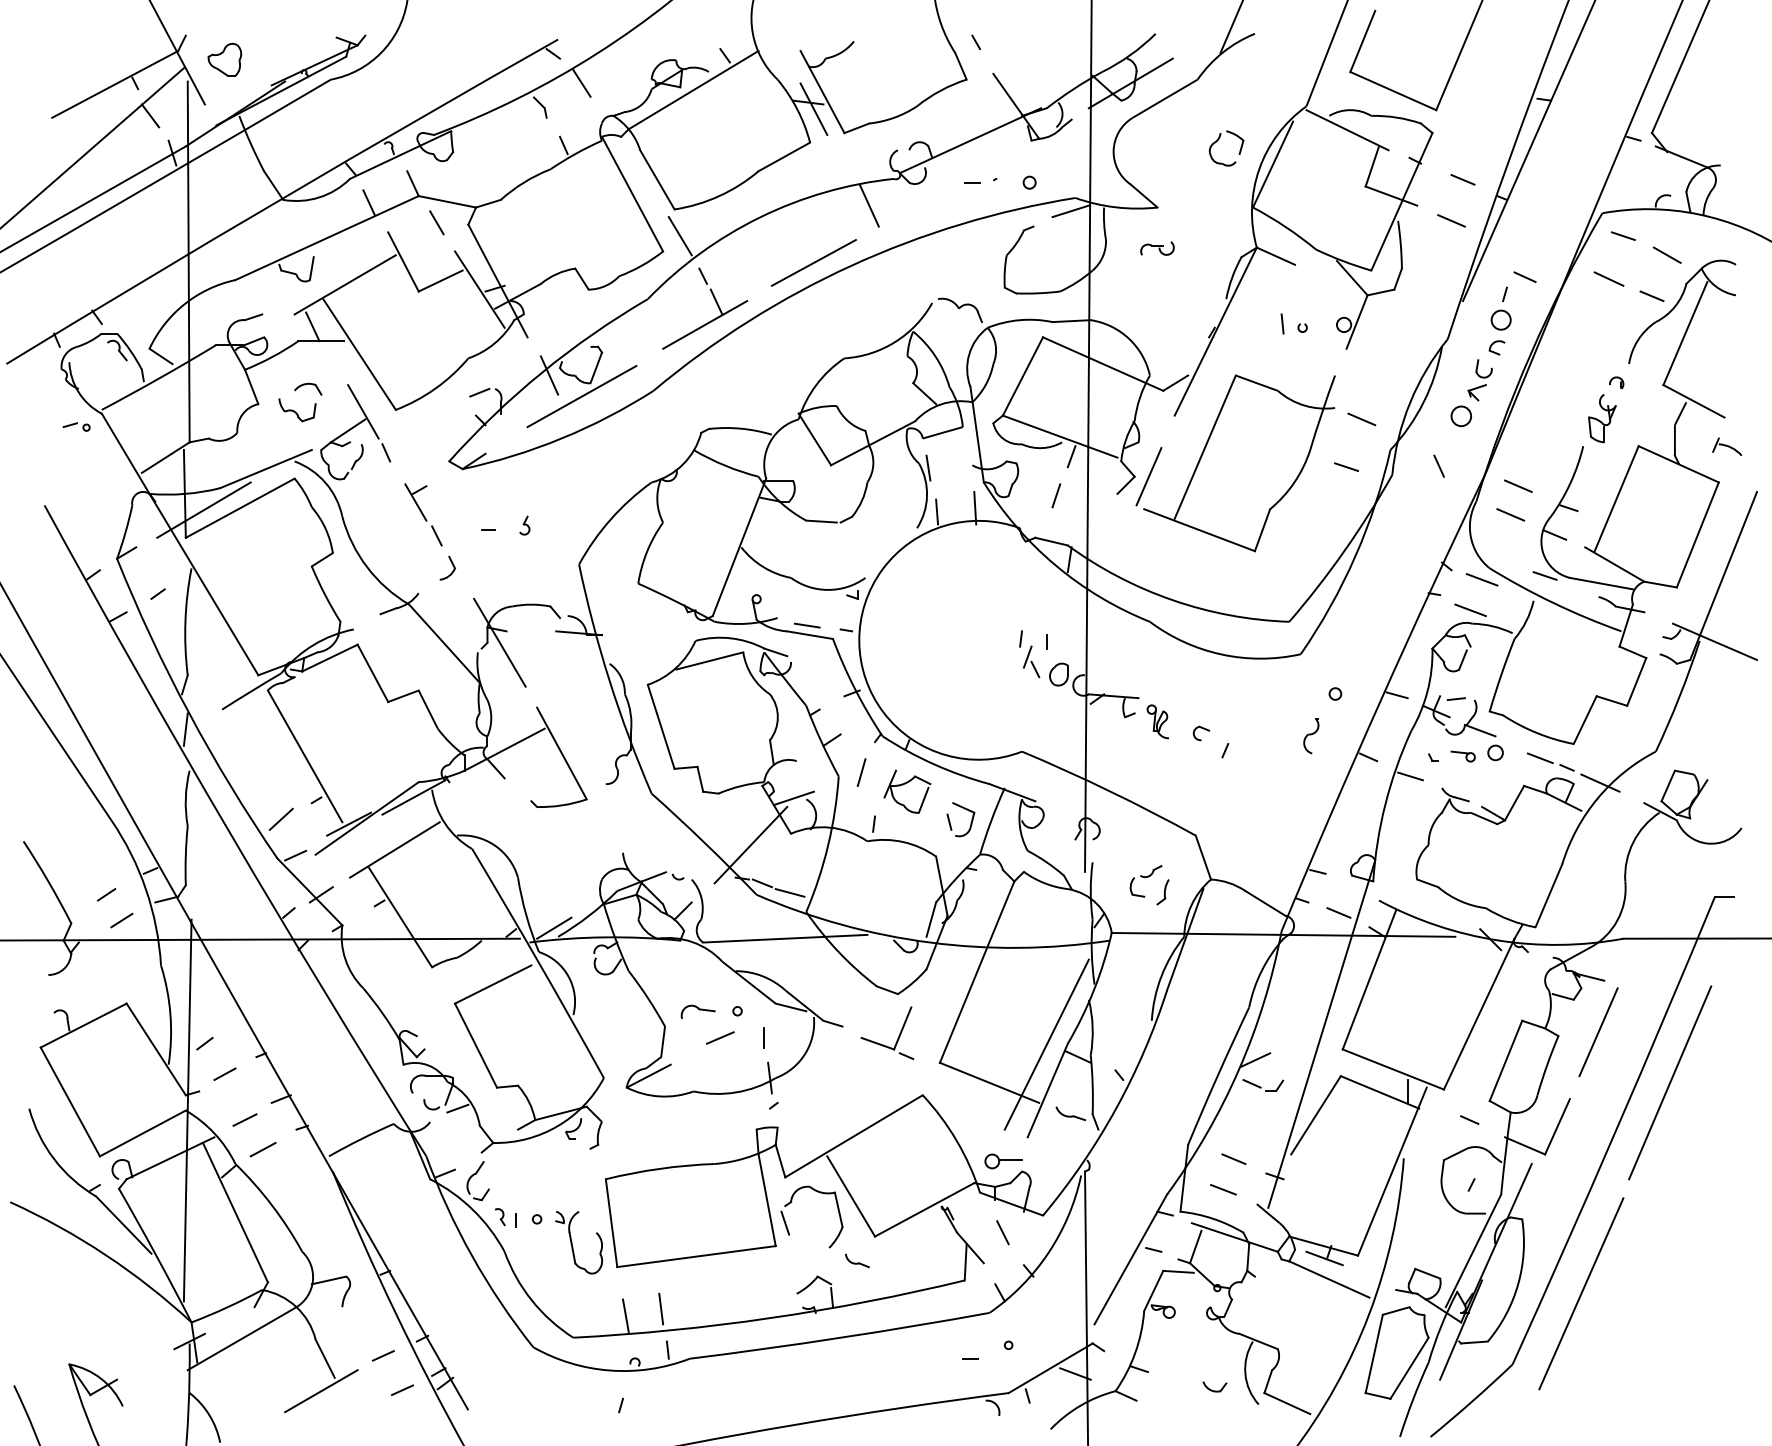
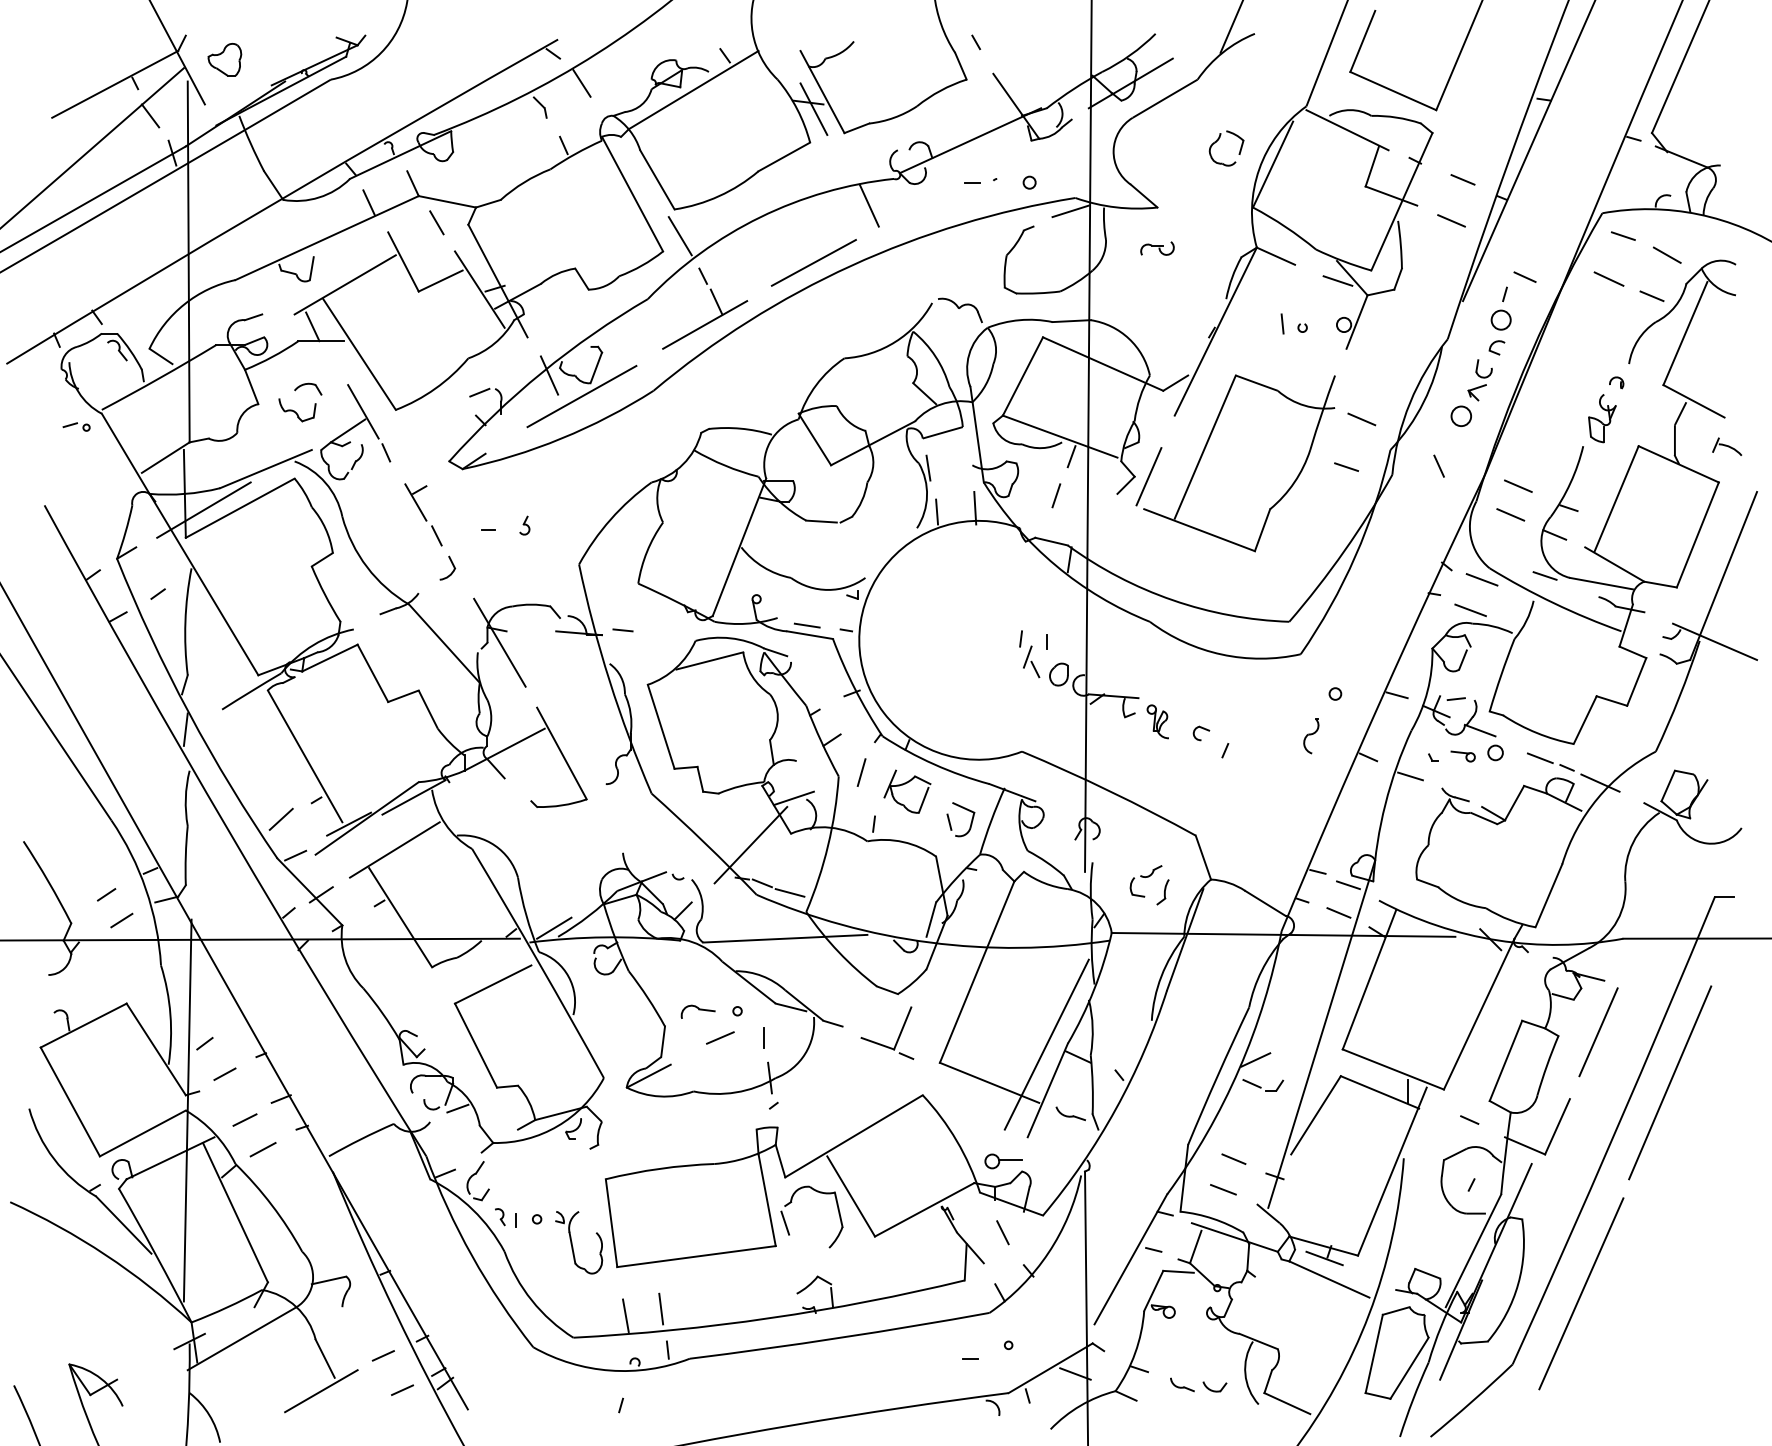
line at (1337, 280): none -> present
line at (622, 630): none -> present
line at (1348, 885): none -> present
part at (857, 1260) position: (857, 1260) -> (1182, 1384)
